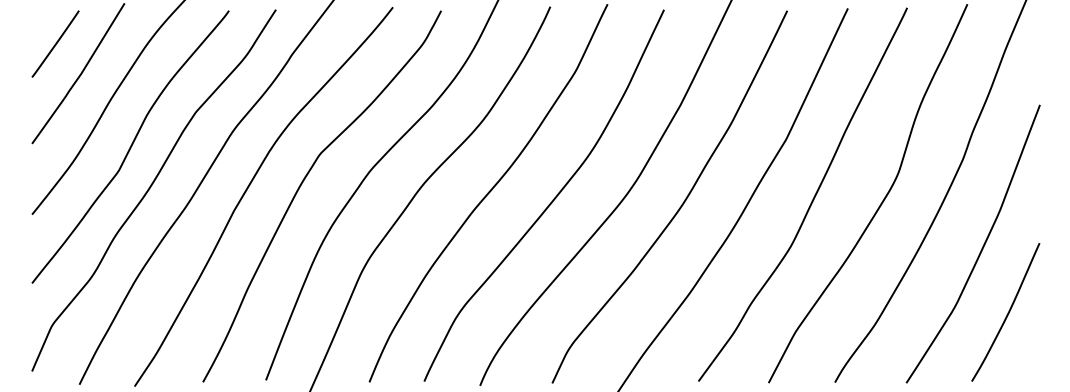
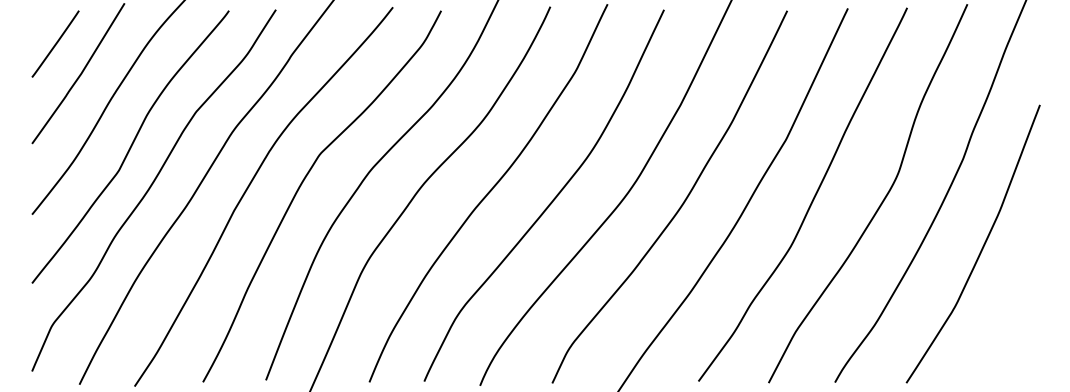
curve at (1007, 312): present -> none
